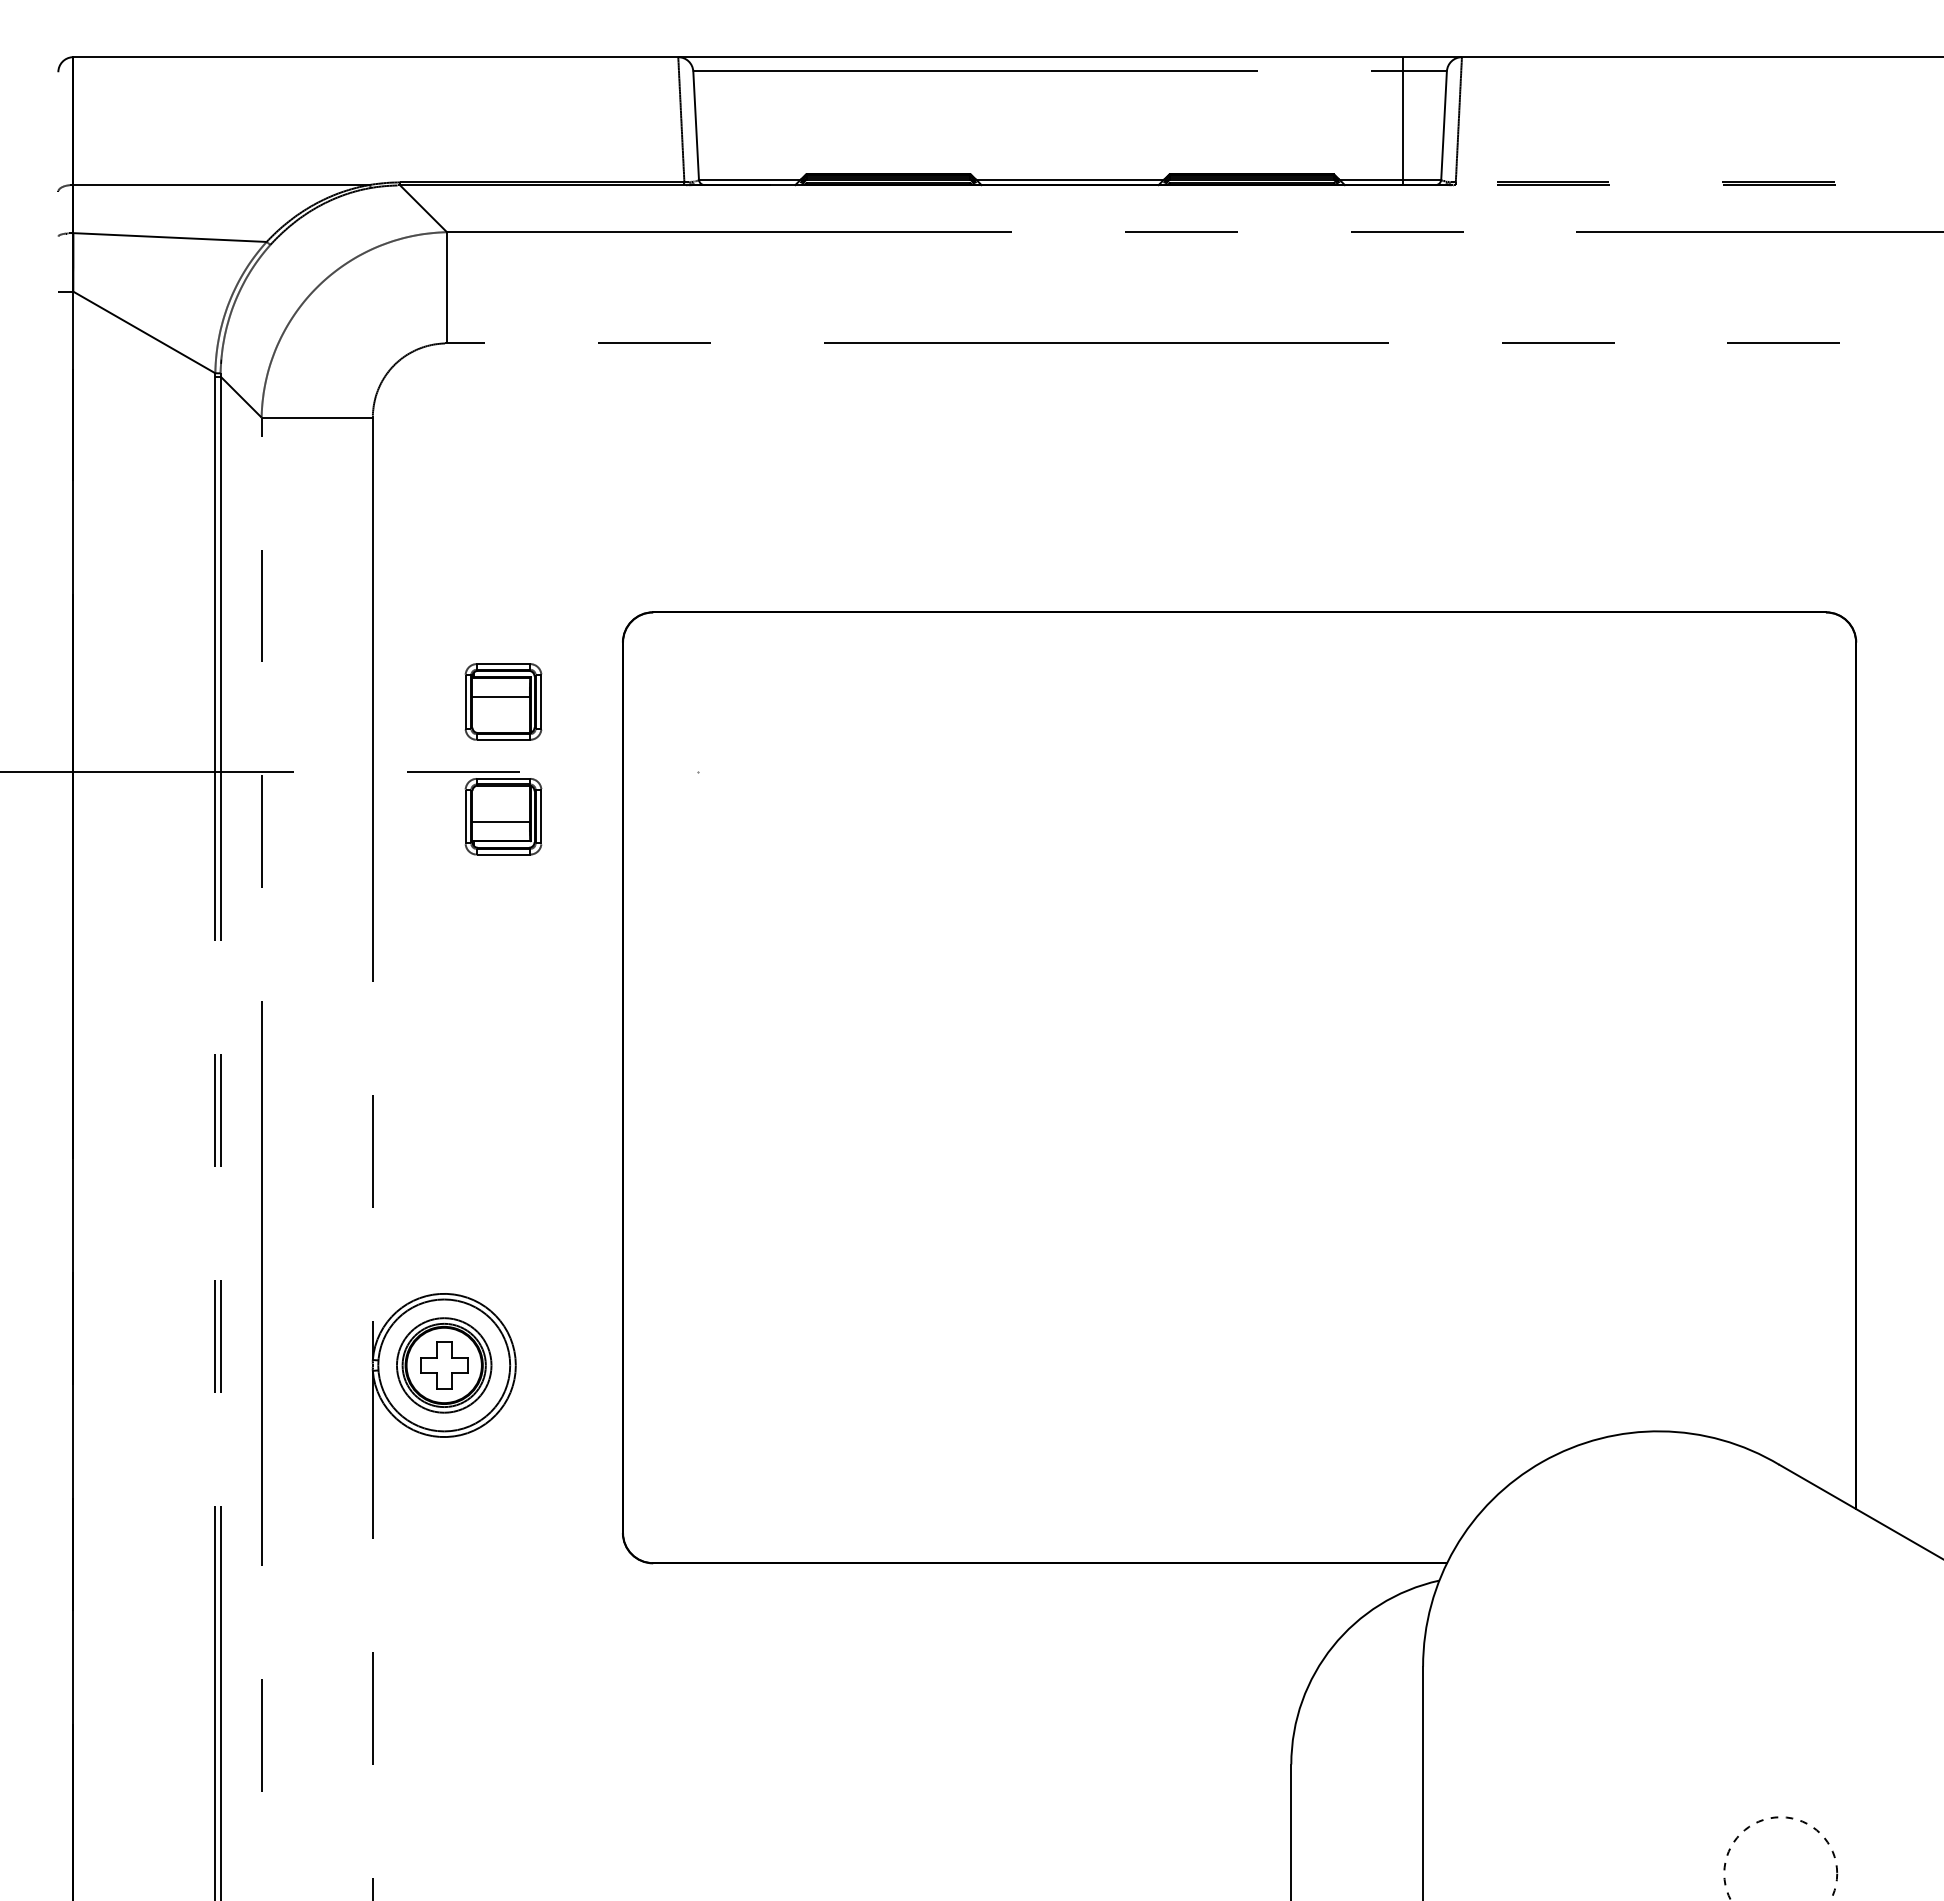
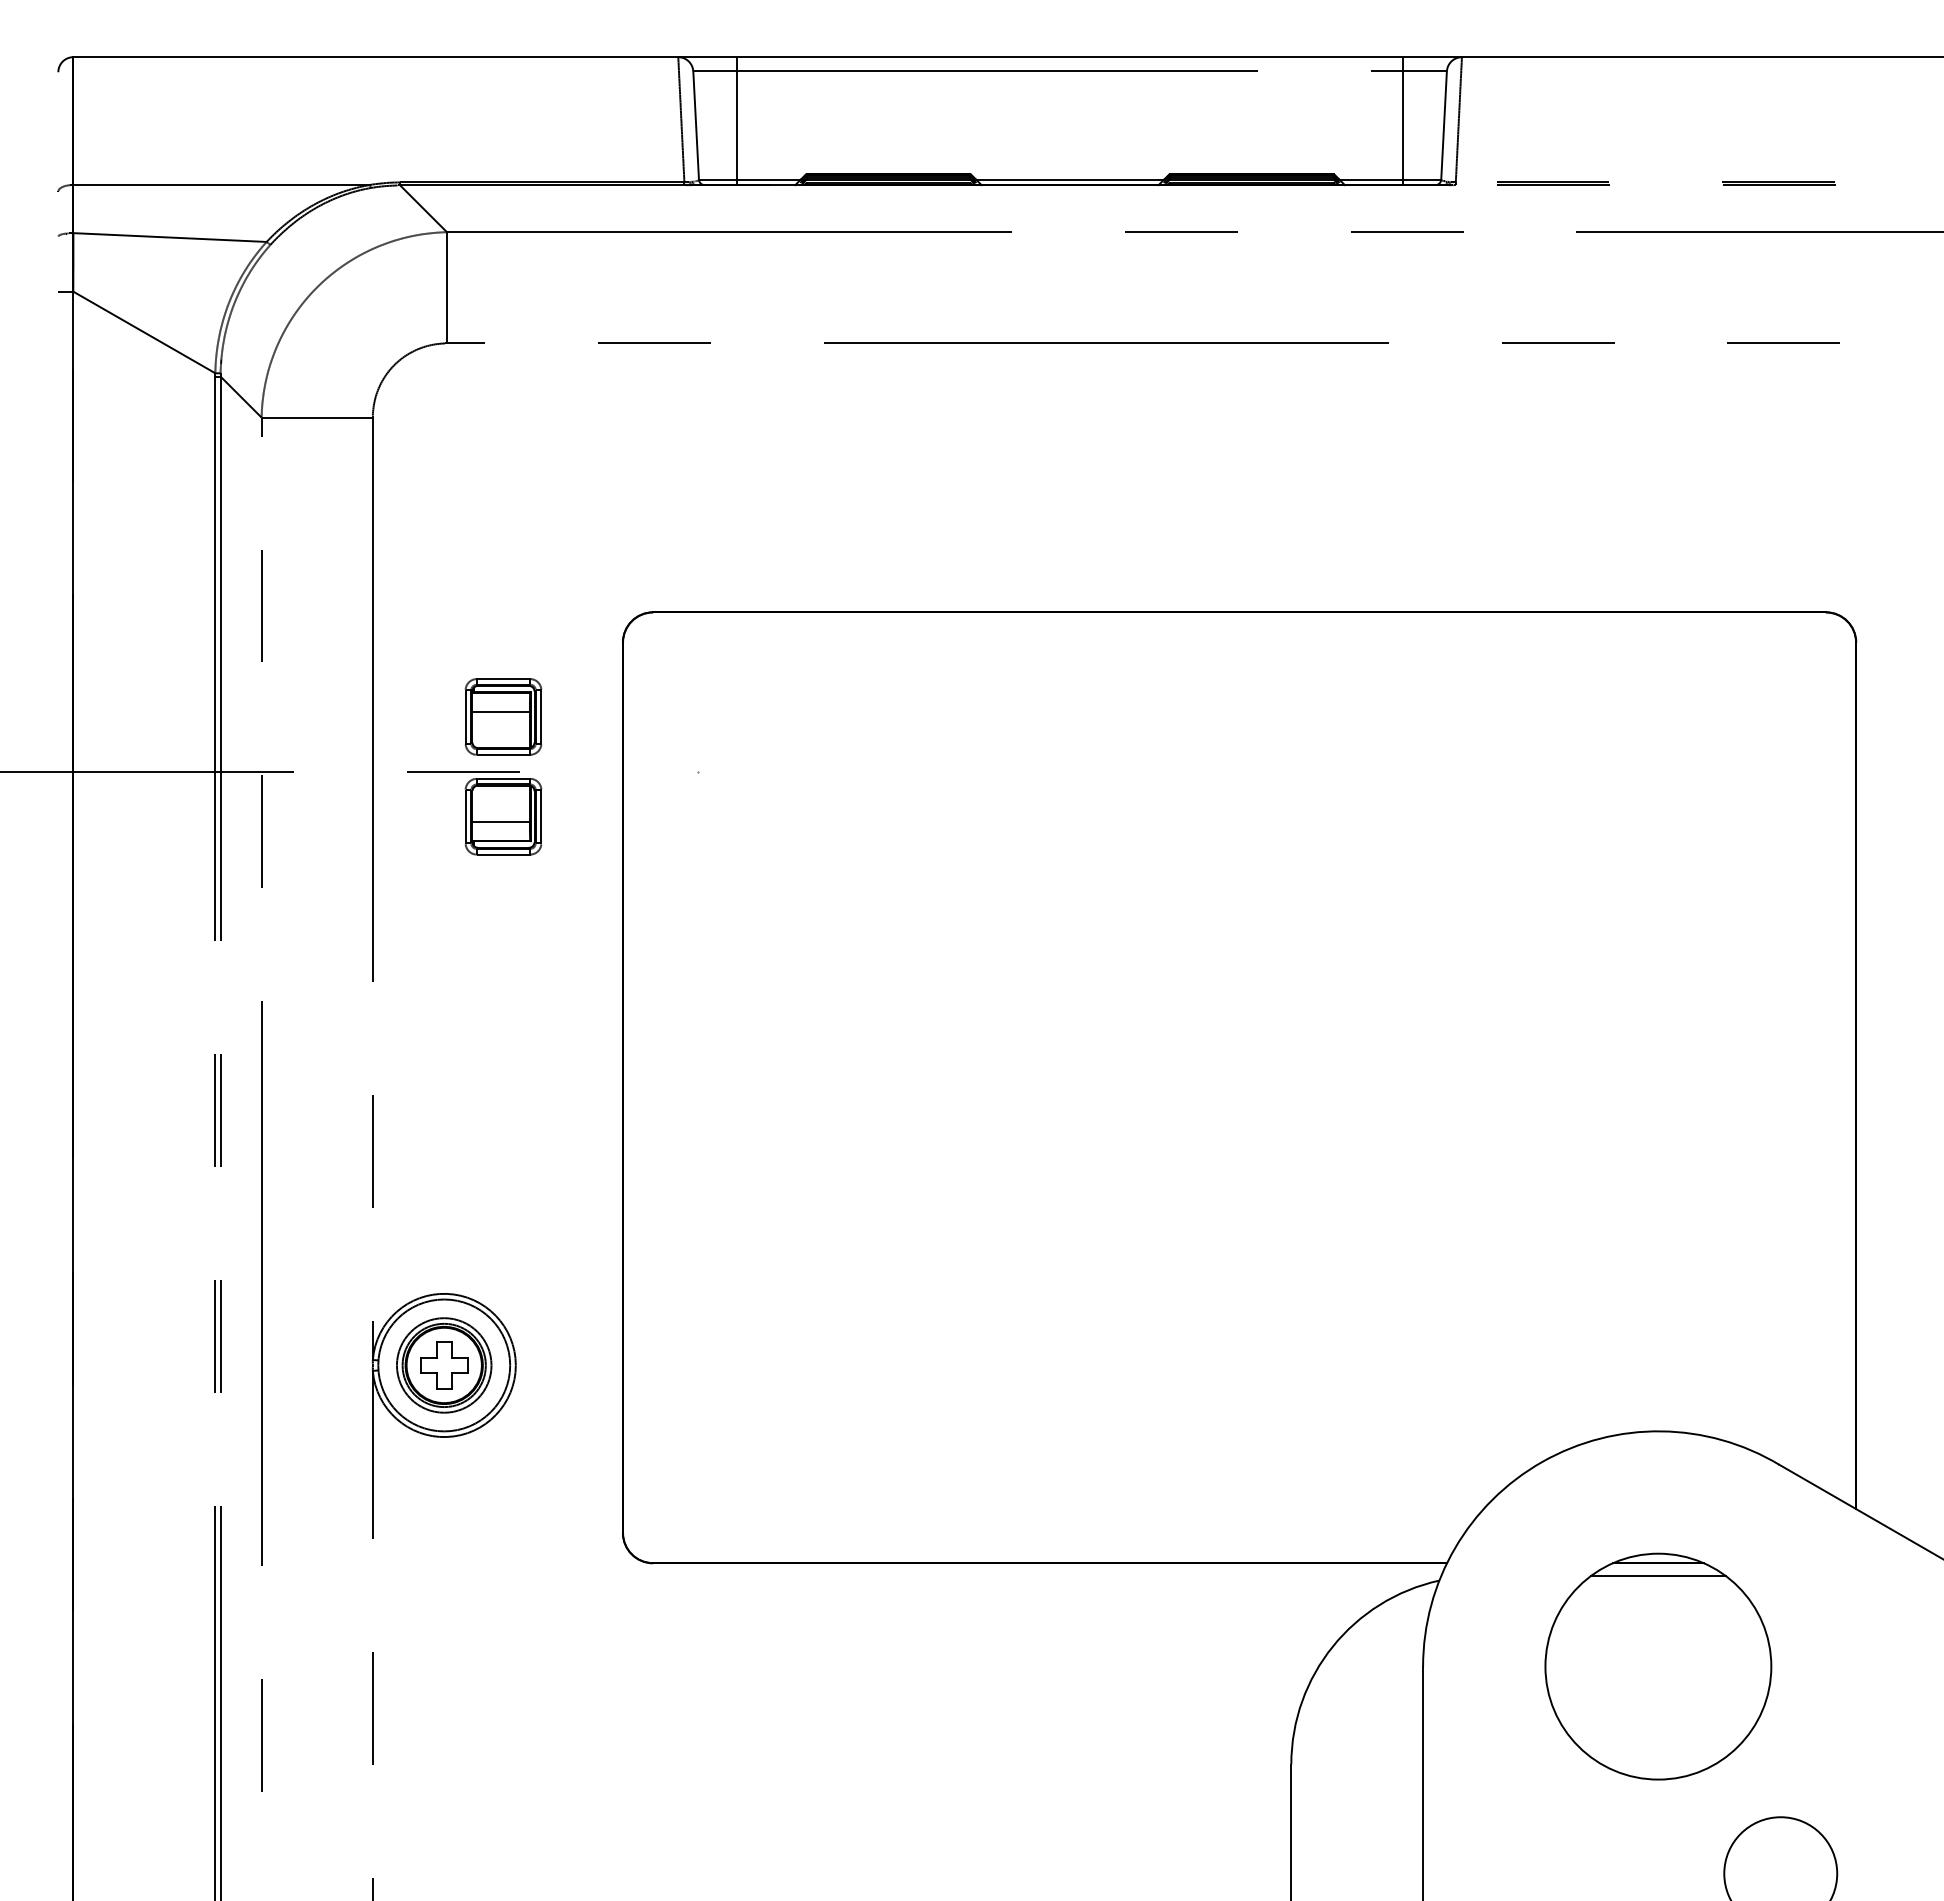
line at (736, 121): none -> present
part at (503, 701) position: (503, 701) -> (503, 716)
part at (1658, 1666): none -> present
circle at (1780, 1858): dashed -> solid
